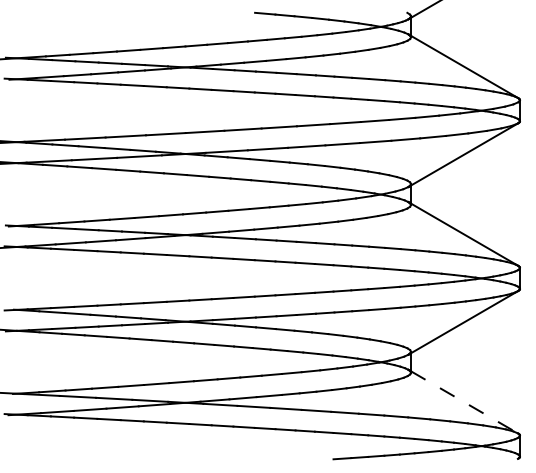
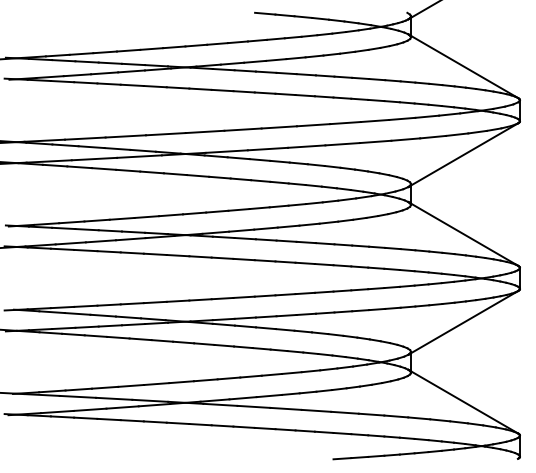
line at (464, 402): dashed -> solid
